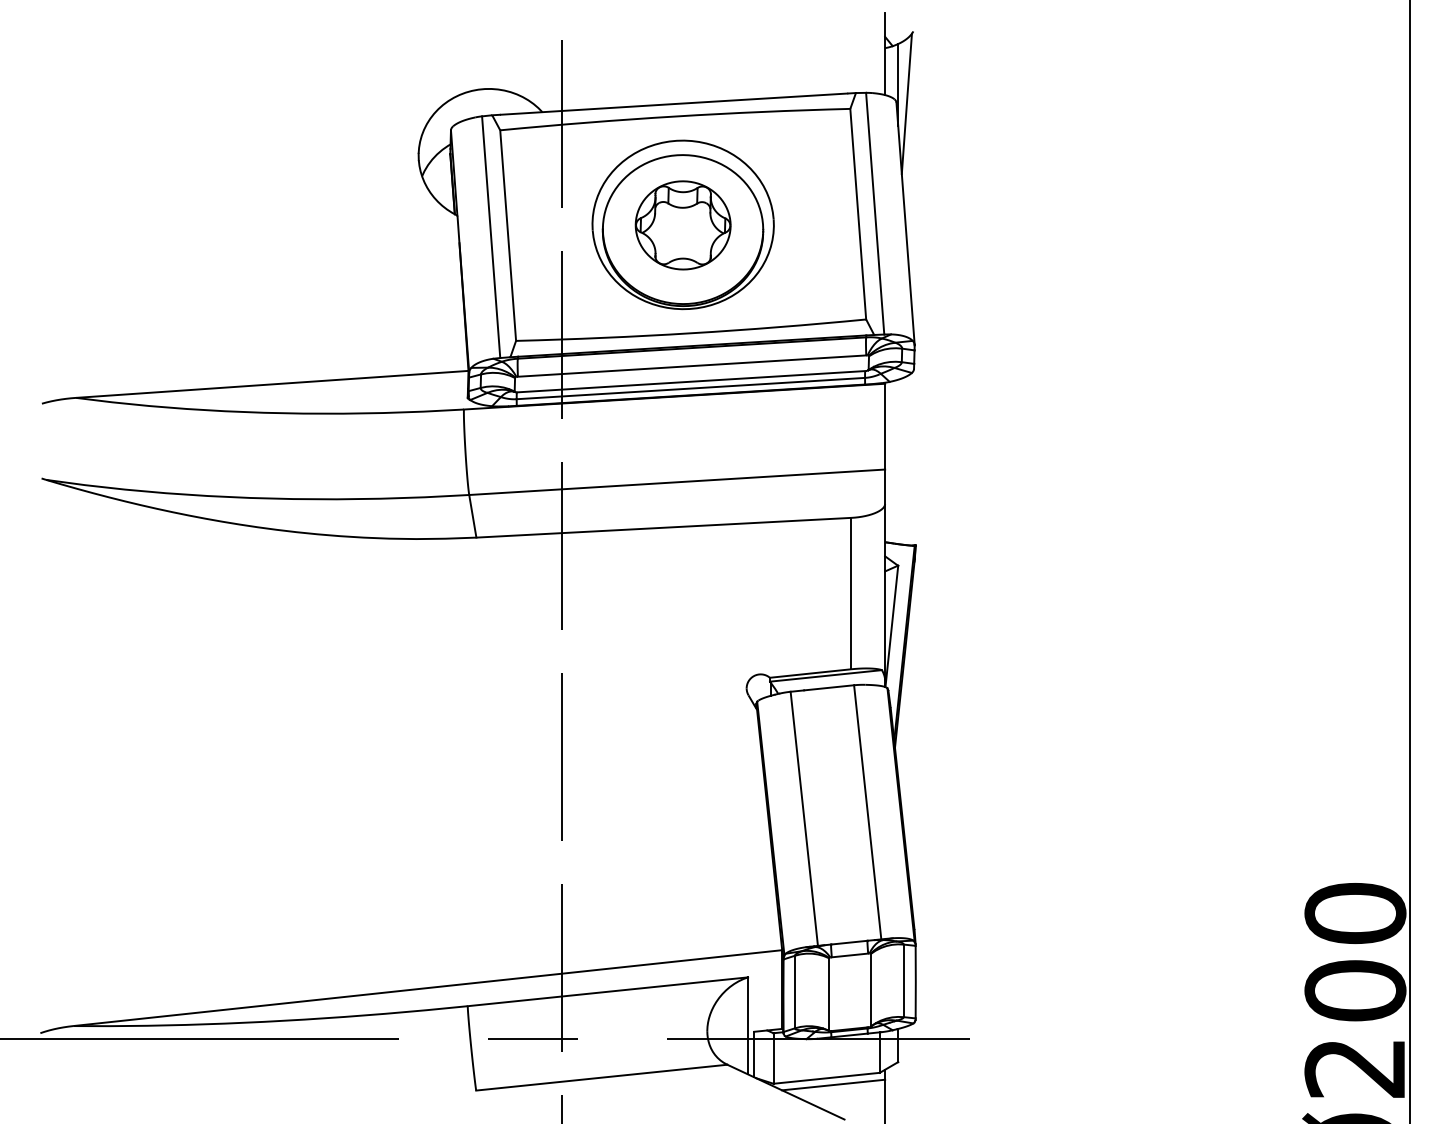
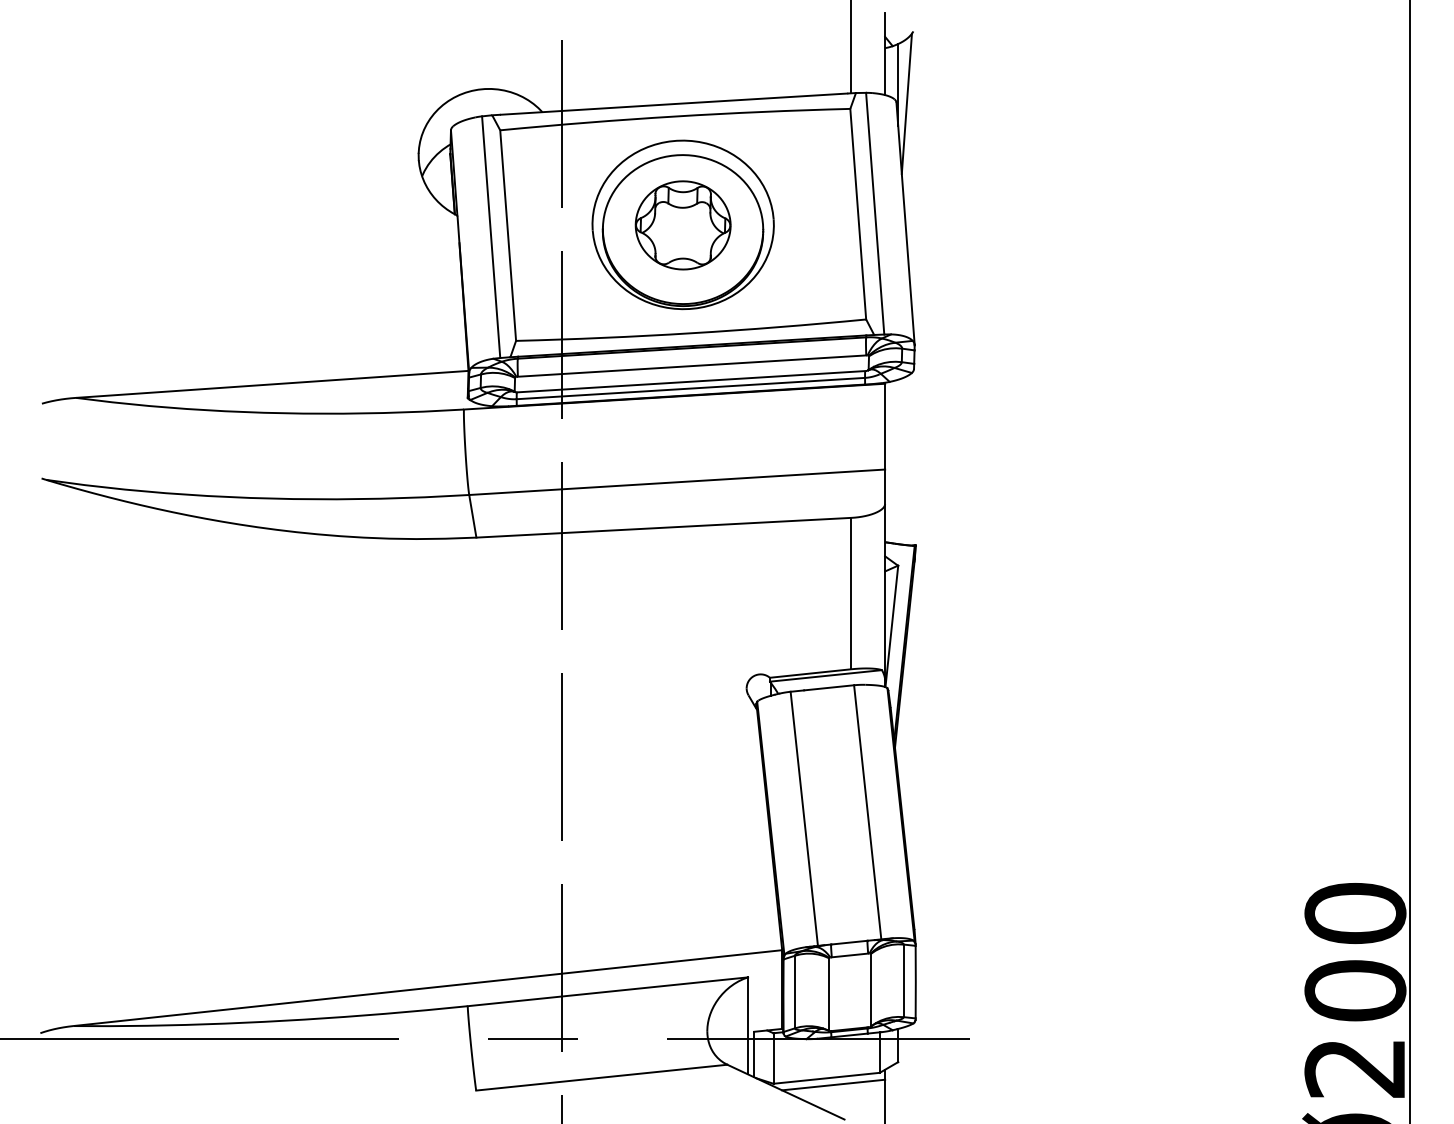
line at (851, 47): none -> present
